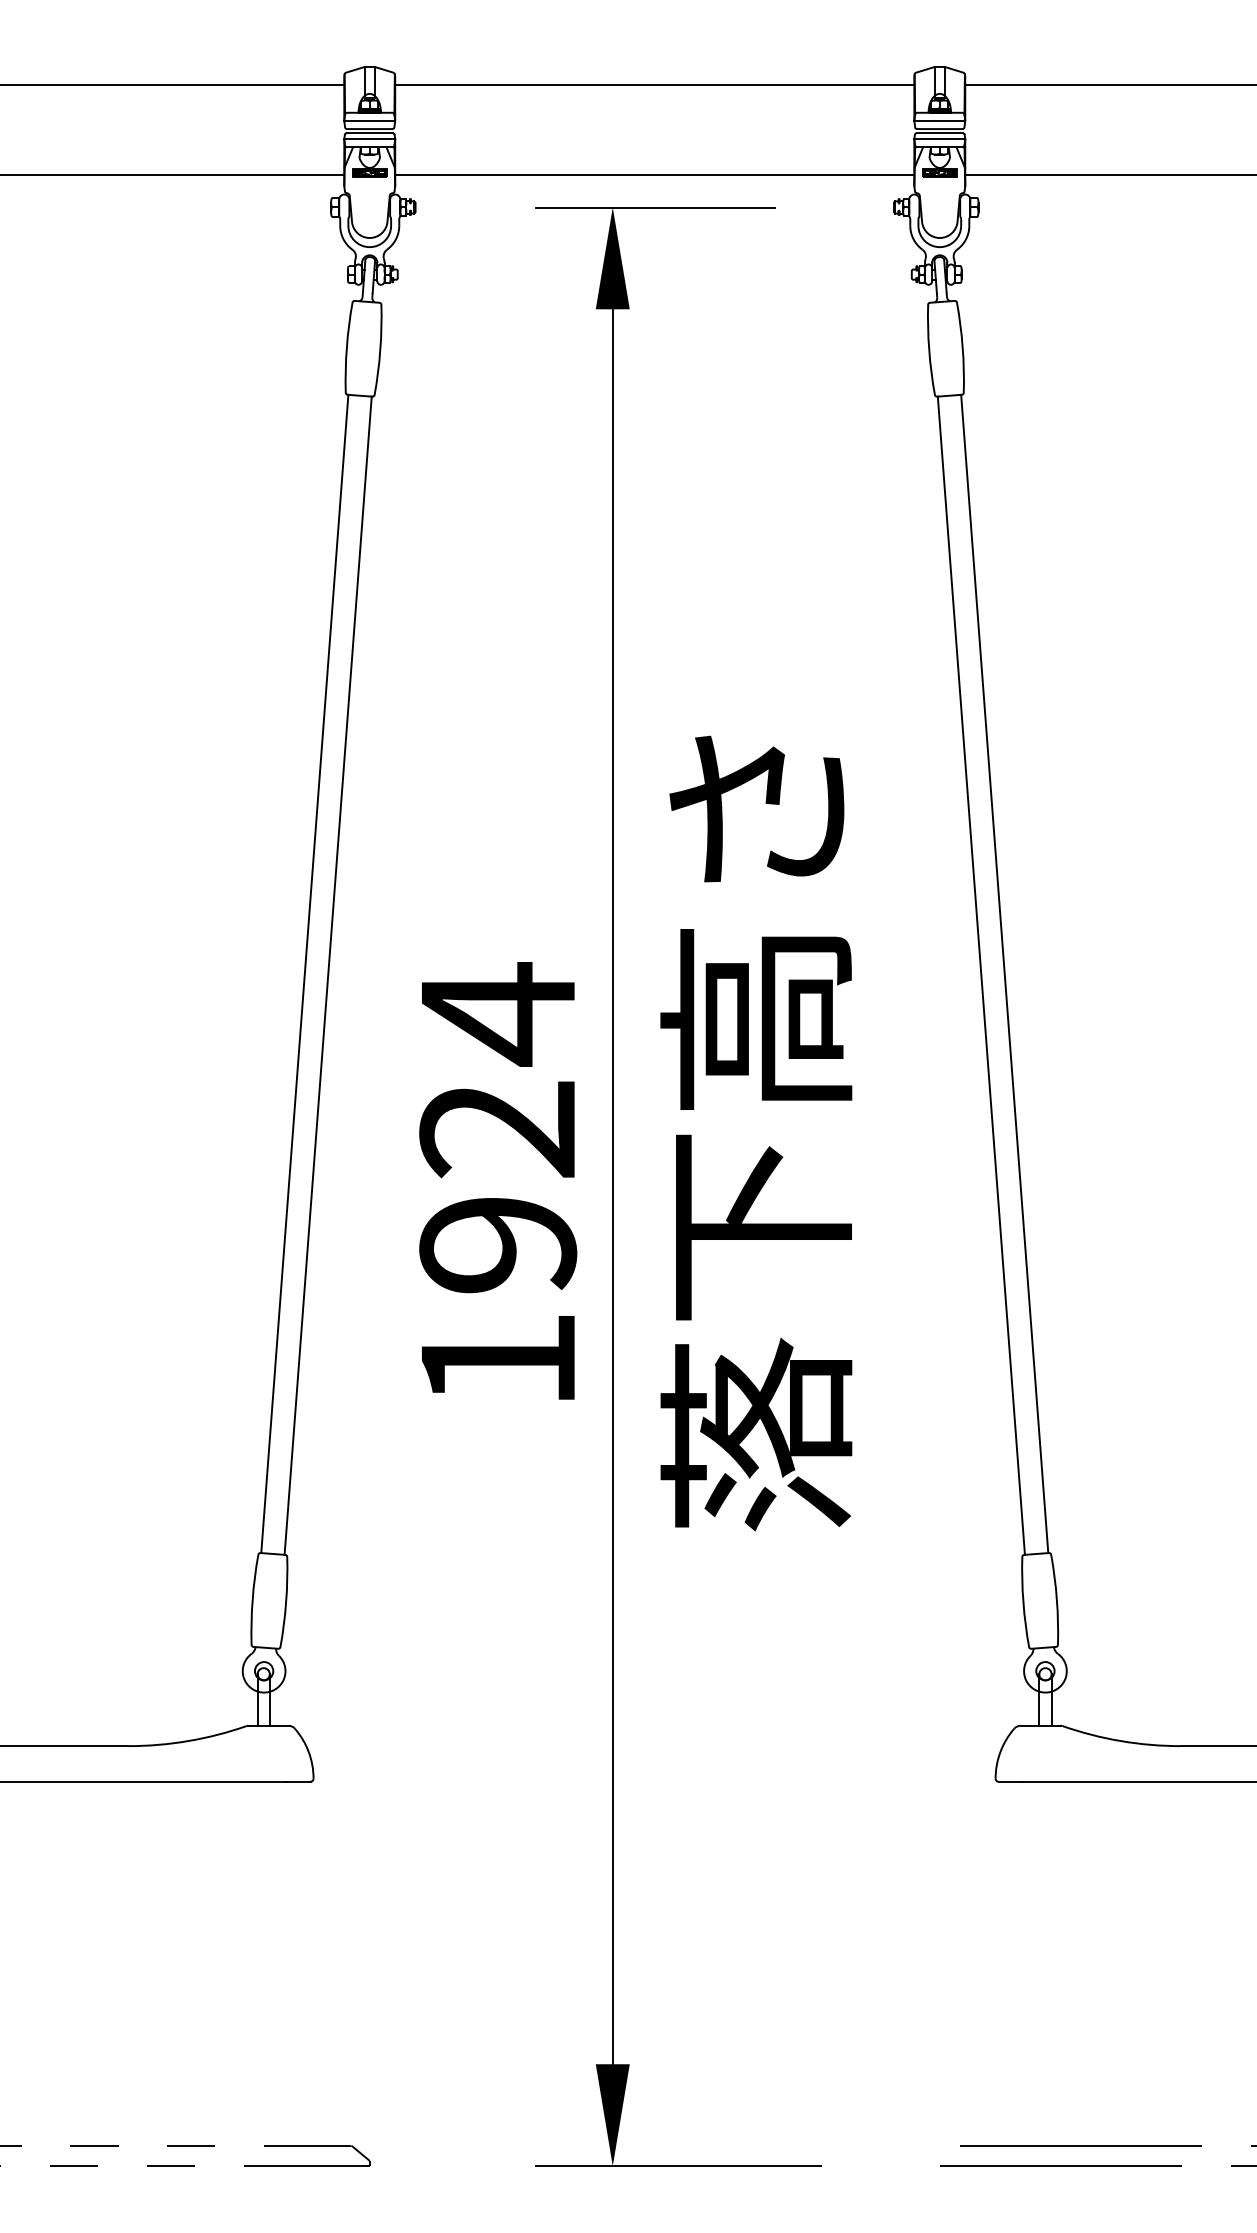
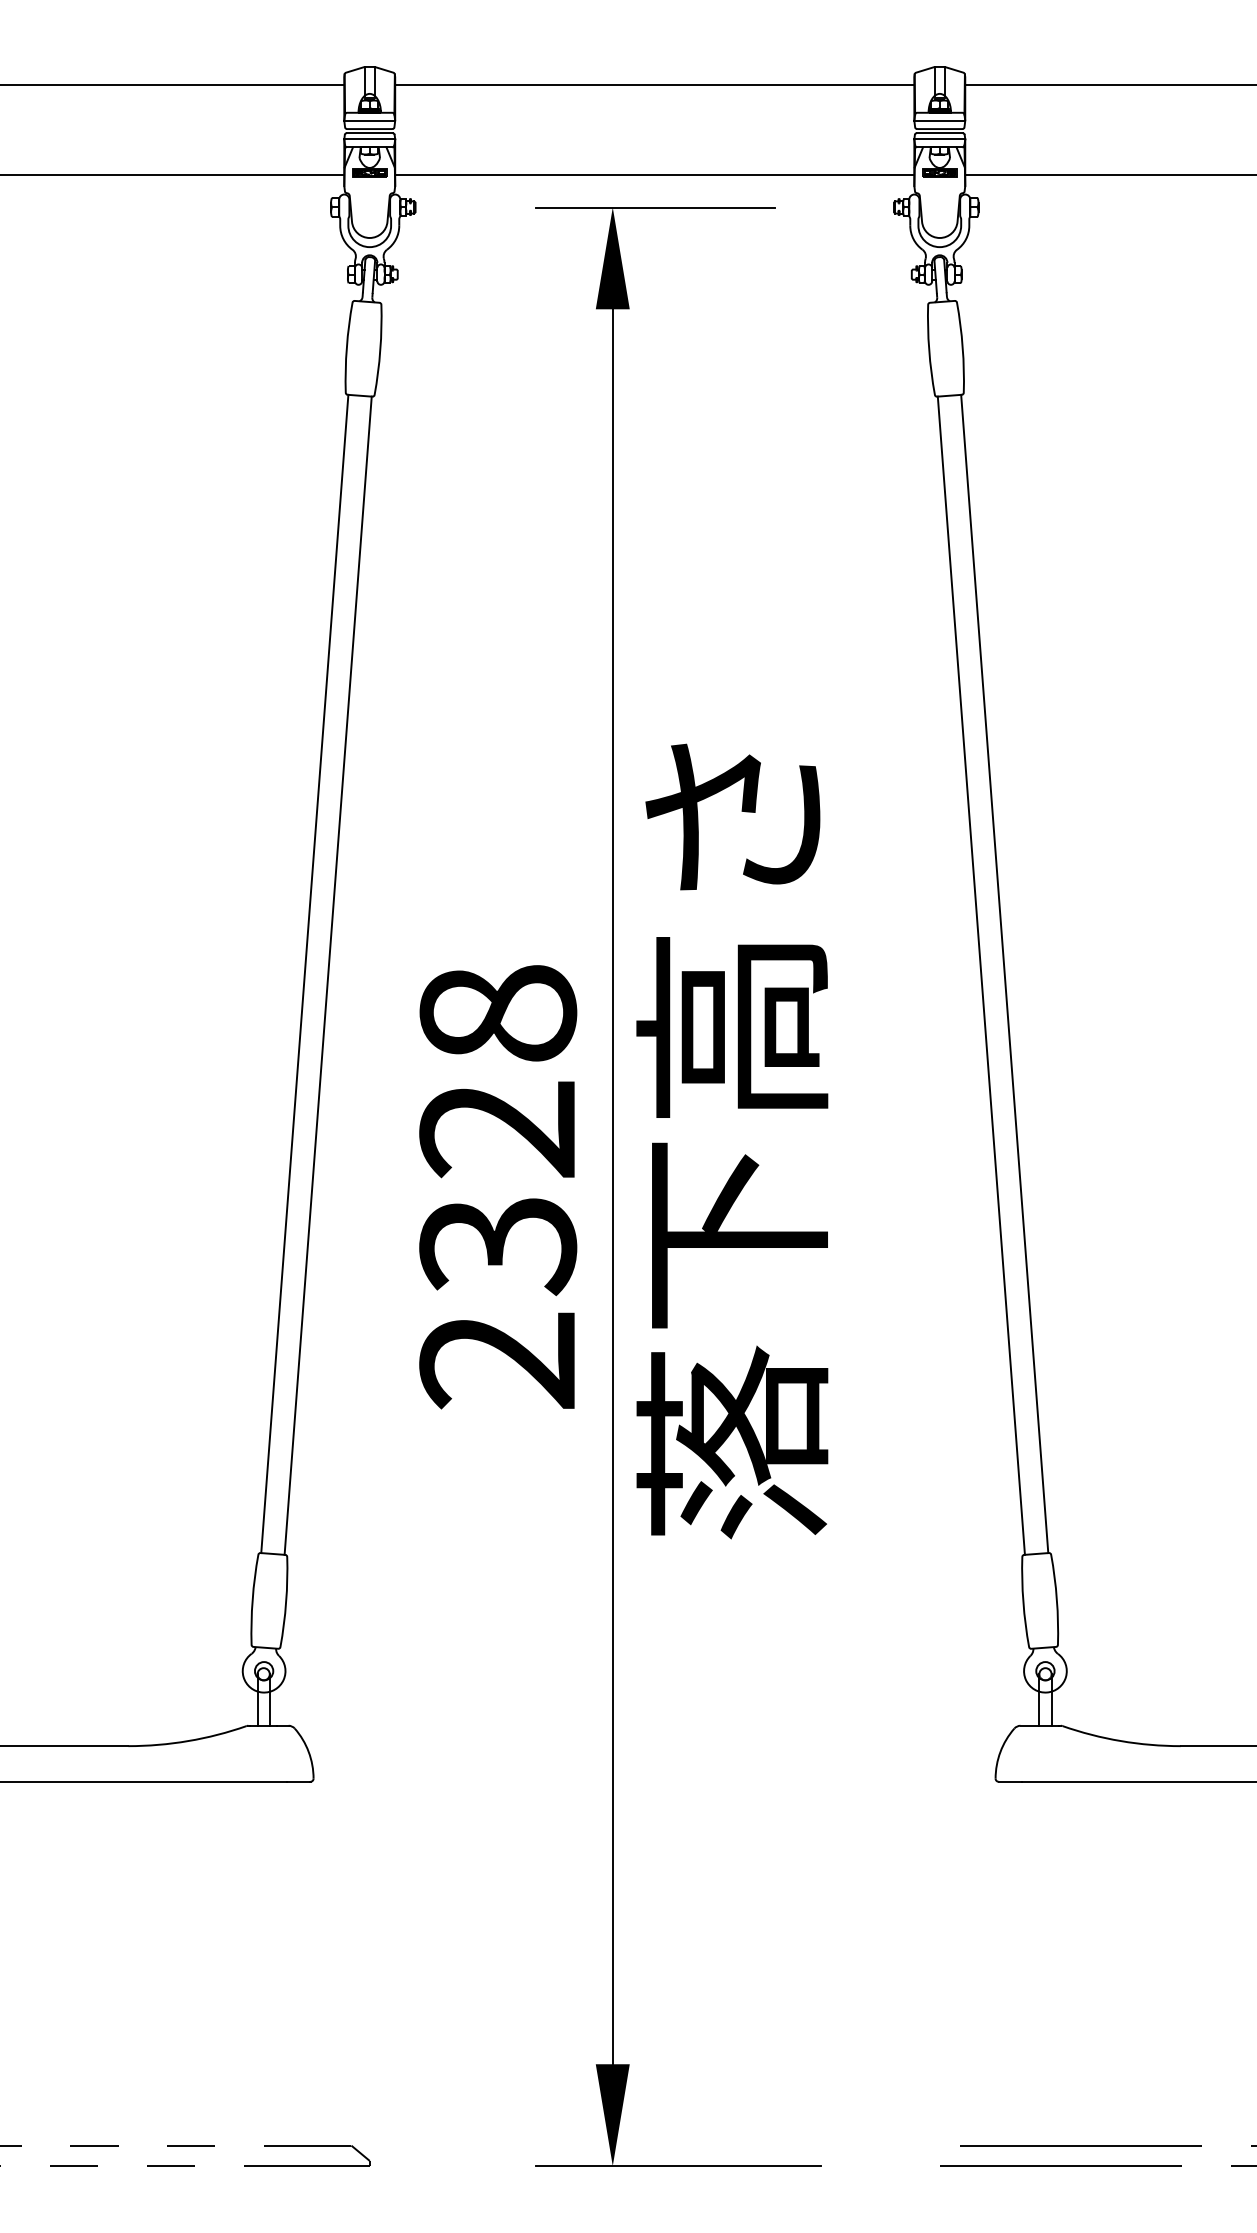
text at (756, 1133) position: (756, 1133) -> (732, 1141)
text at (498, 1185): 1924 -> 2328
